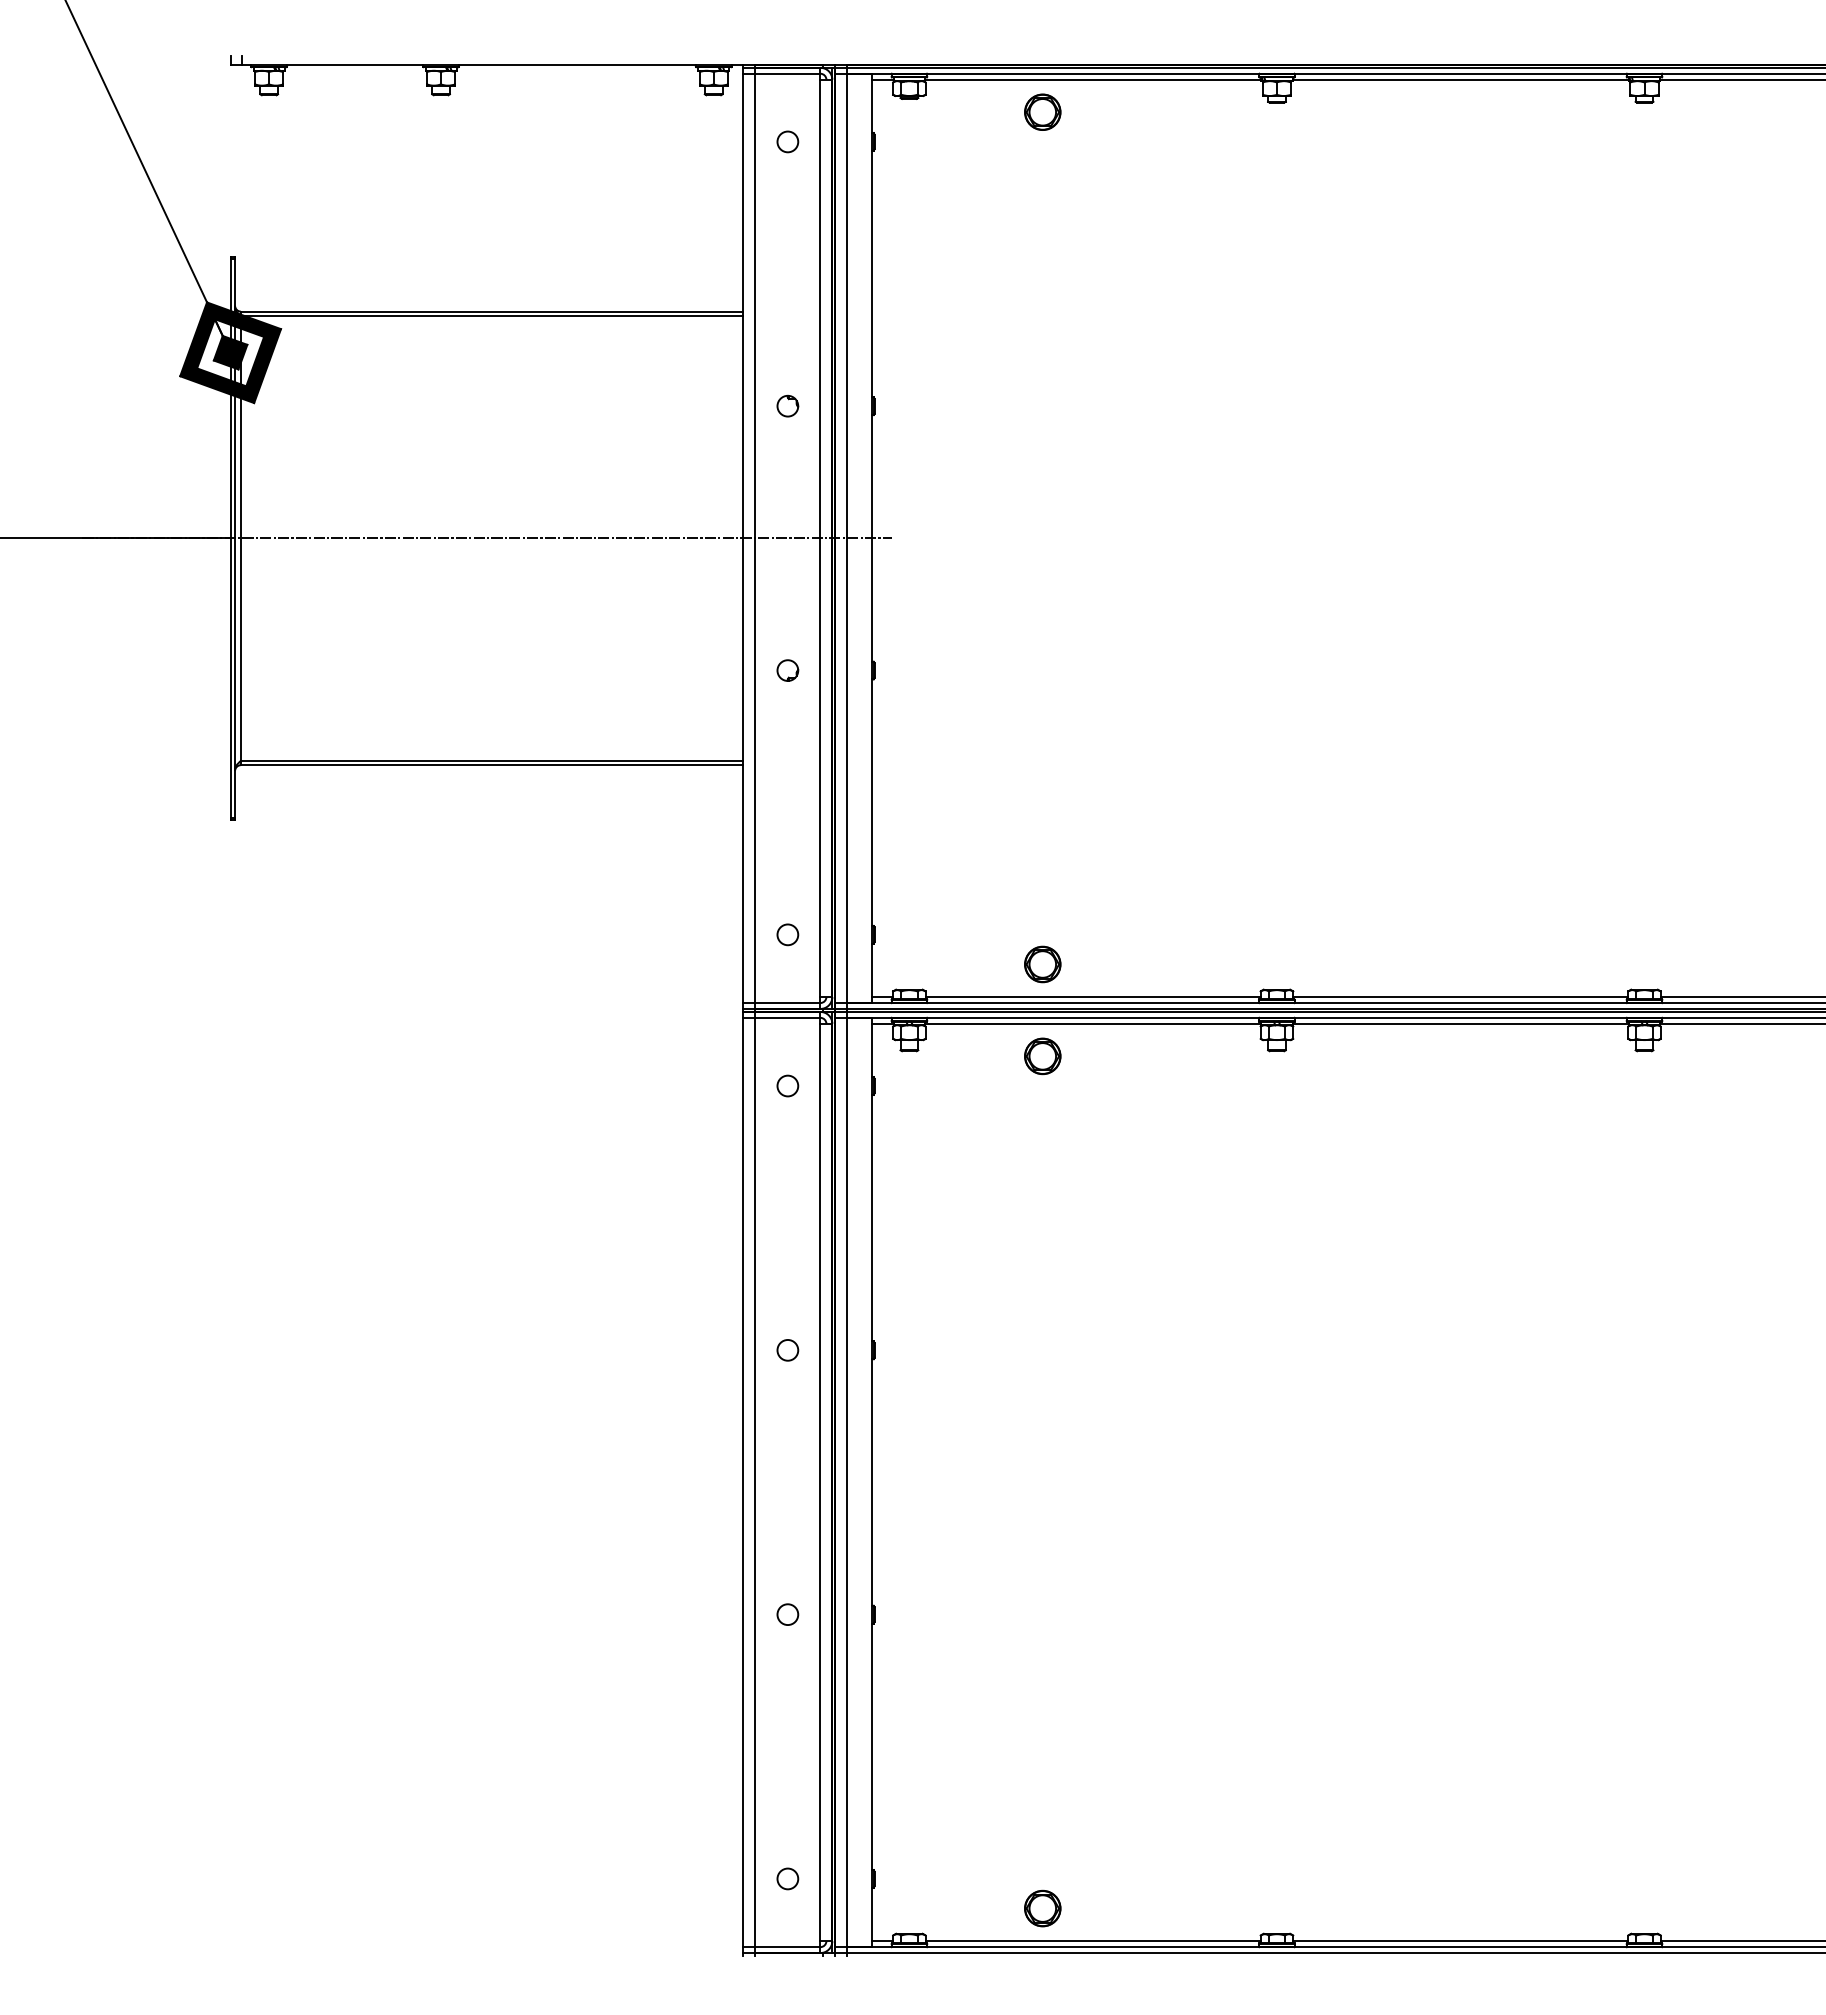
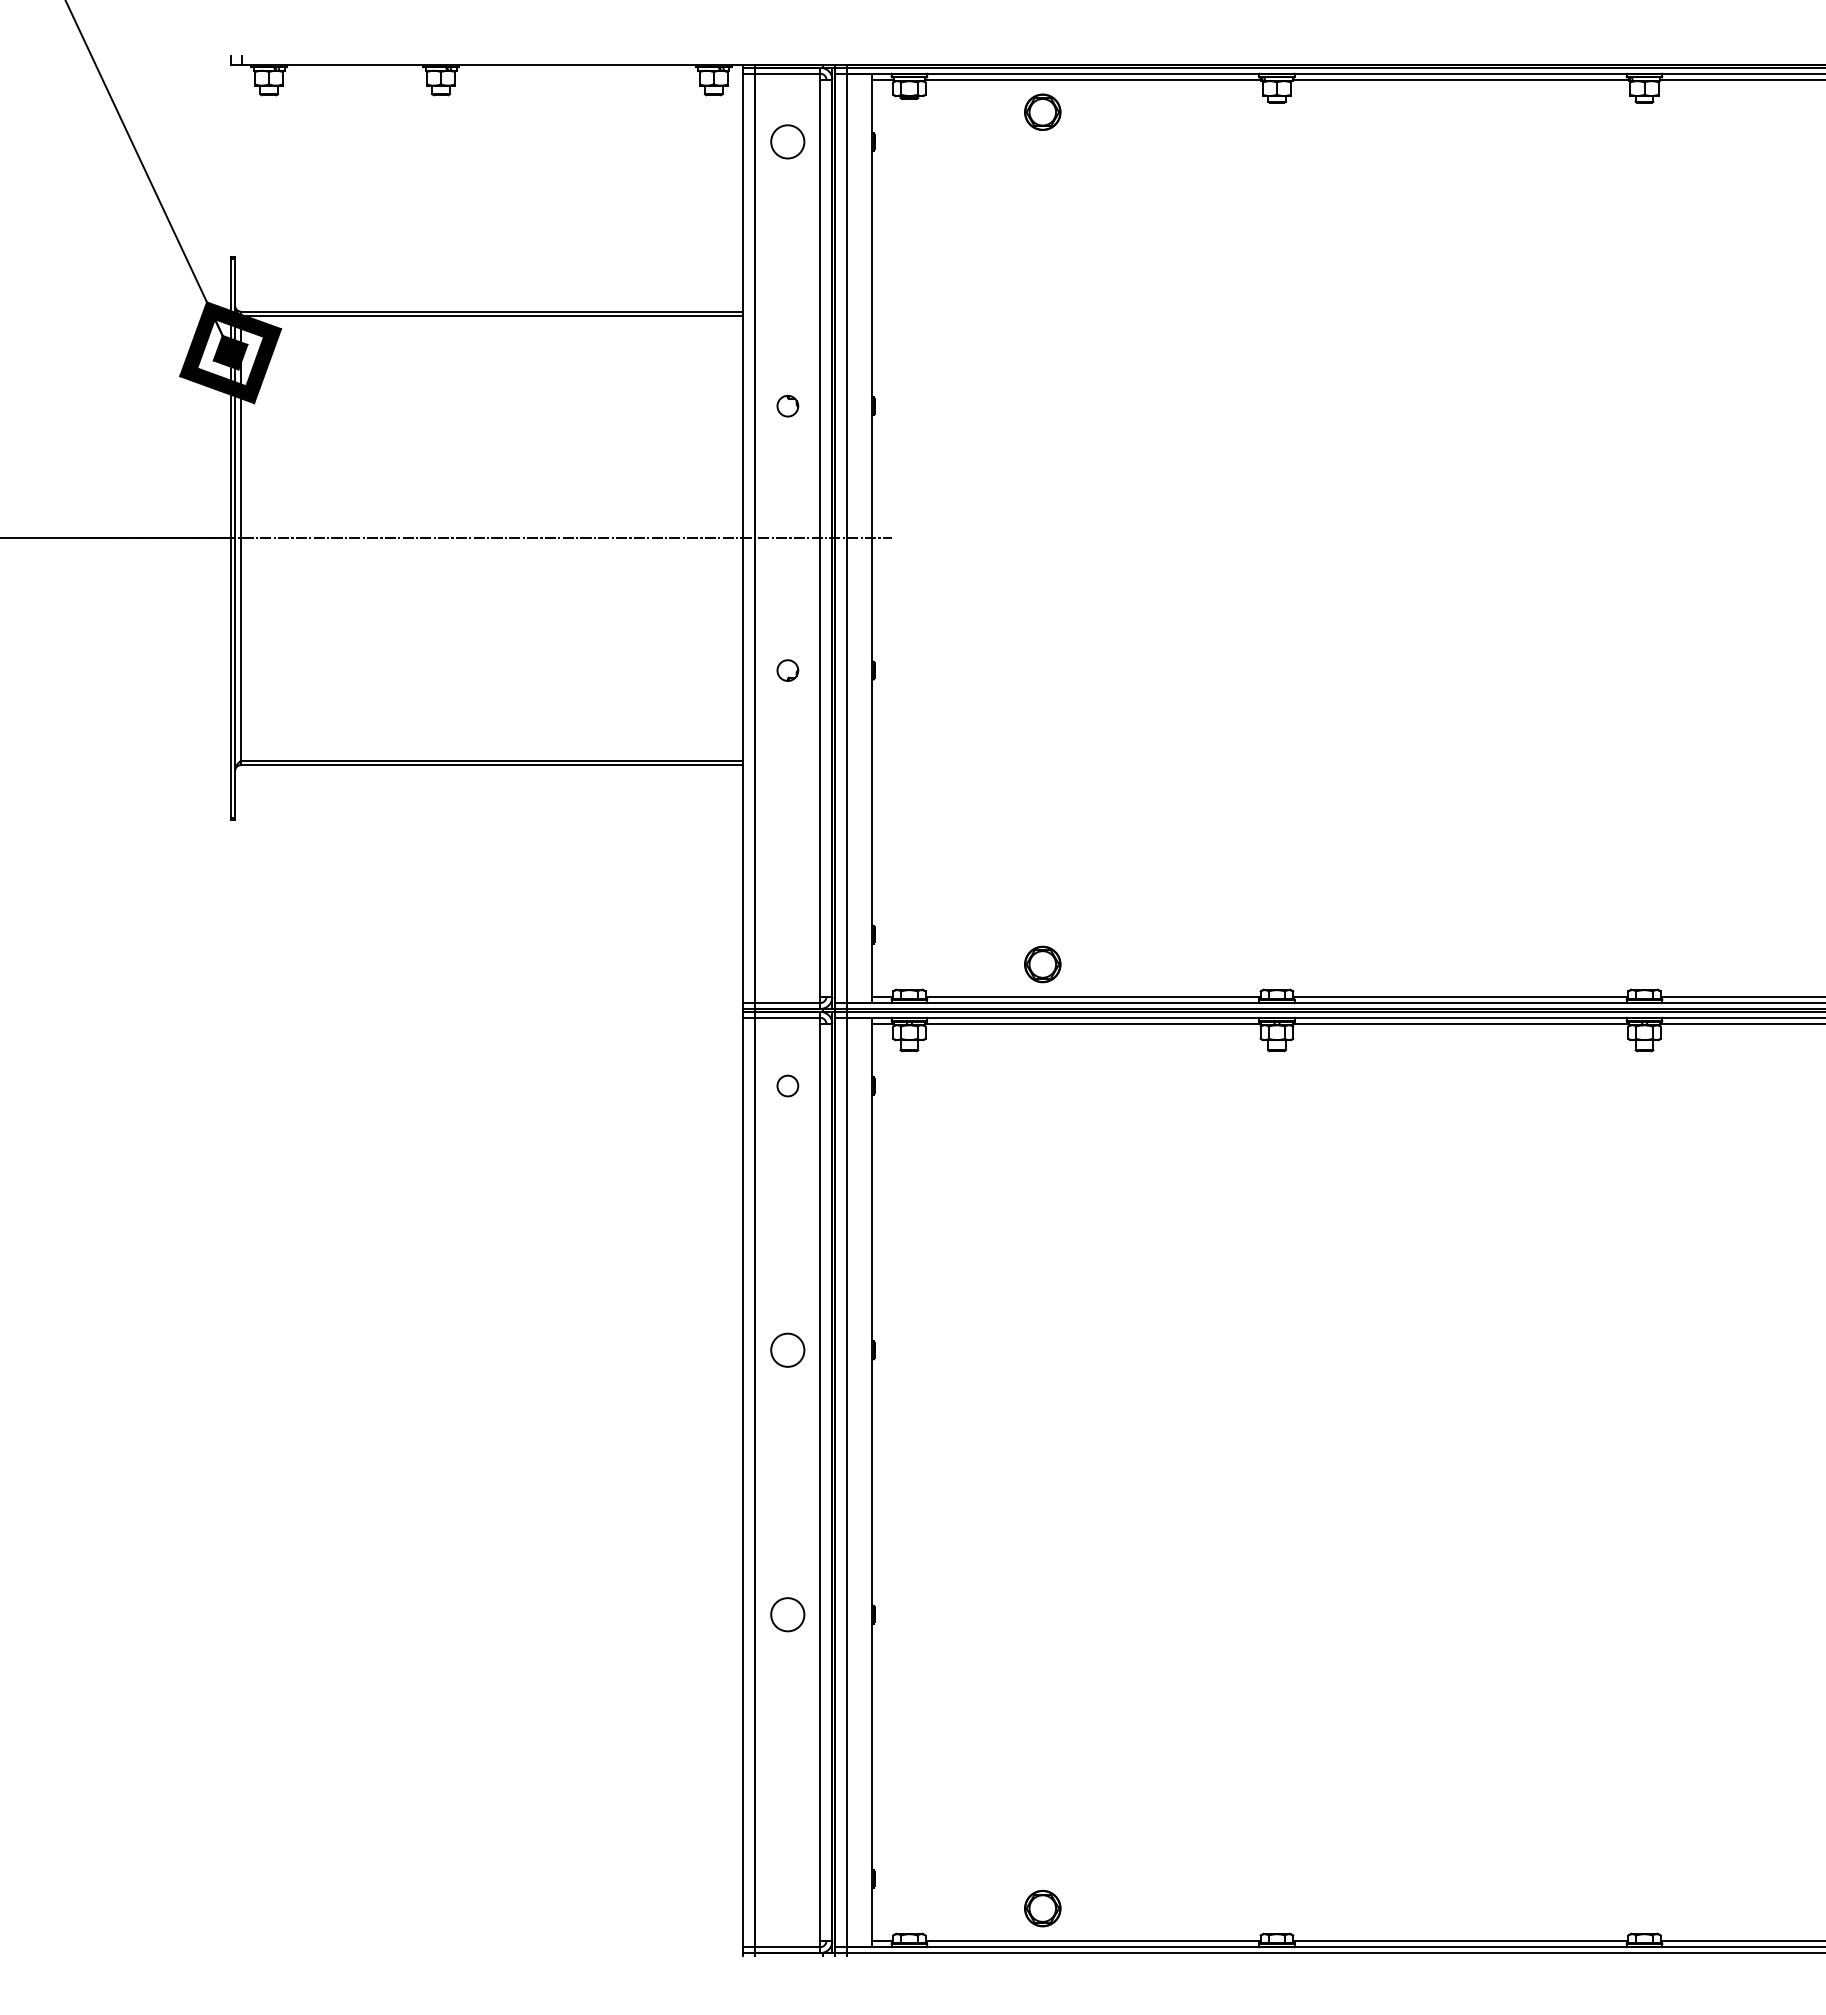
circle at (787, 141) size: 24x24 px -> 36x36 px
circle at (787, 934): present -> none
part at (1042, 1056): present -> none
circle at (787, 1350) size: 24x23 px -> 36x36 px
circle at (787, 1614) size: 24x23 px -> 36x36 px
circle at (787, 1878): present -> none
